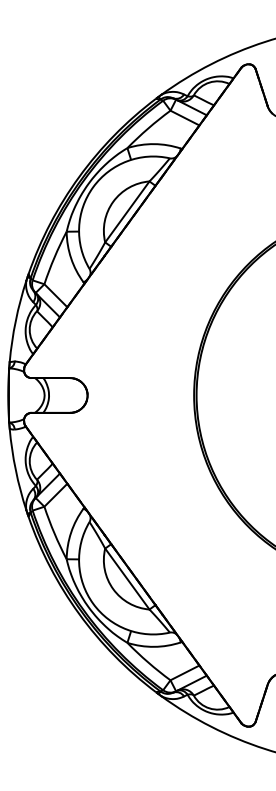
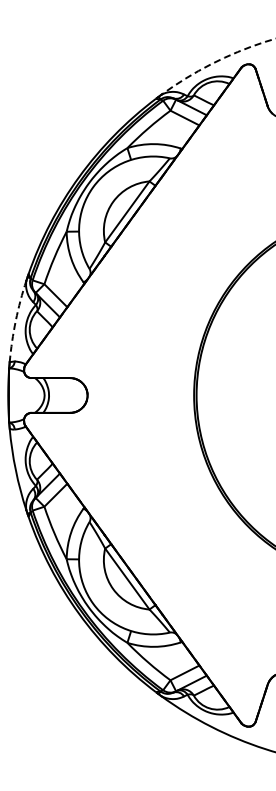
arc at (215, 62): solid -> dashed
arc at (15, 320): solid -> dashed
